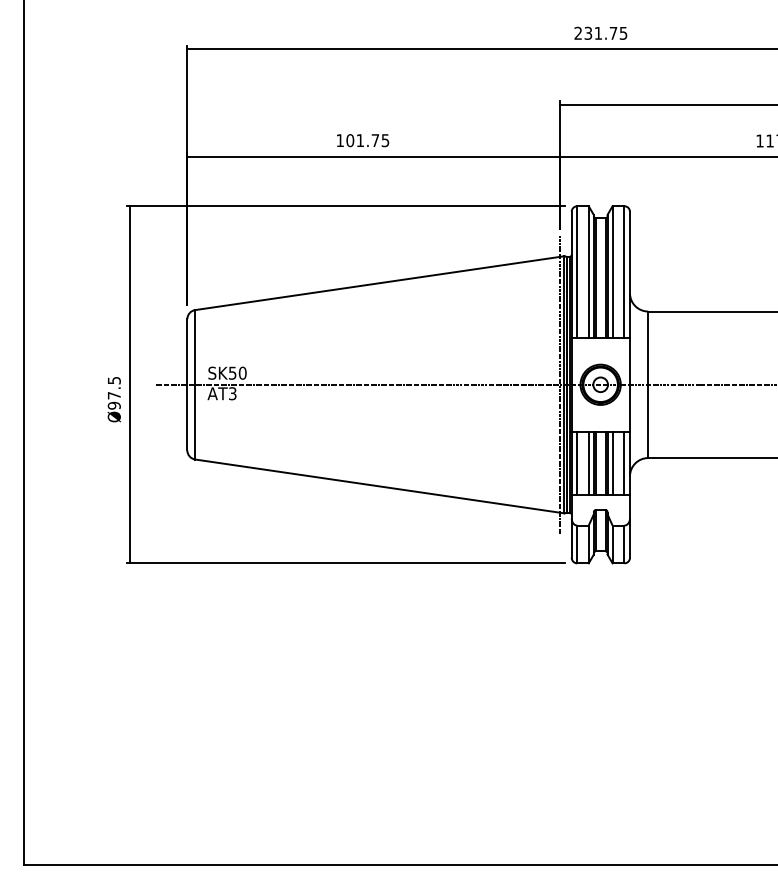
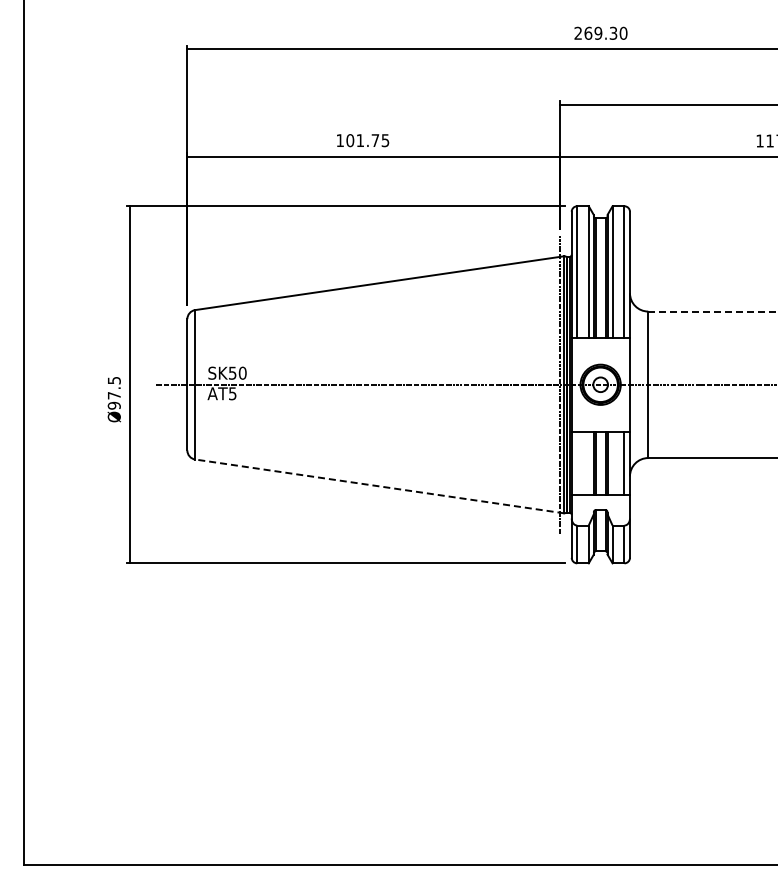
text at (605, 32): 231.75 -> 269.30
line at (712, 311): solid -> dashed
text at (232, 393): AT3 -> AT5
line at (577, 462): present -> none
line at (588, 462): present -> none
line at (612, 462): present -> none
line at (379, 486): solid -> dashed
